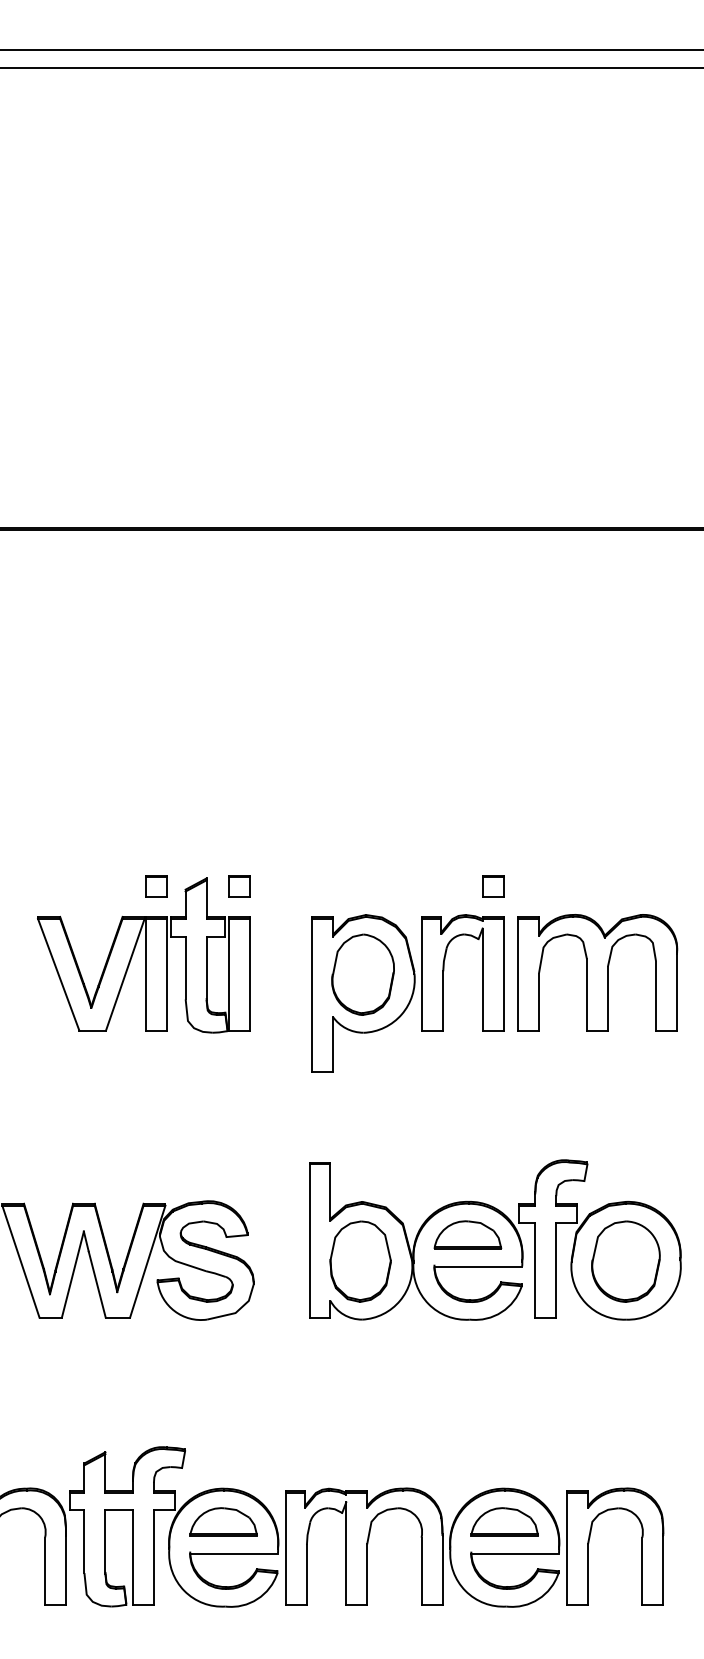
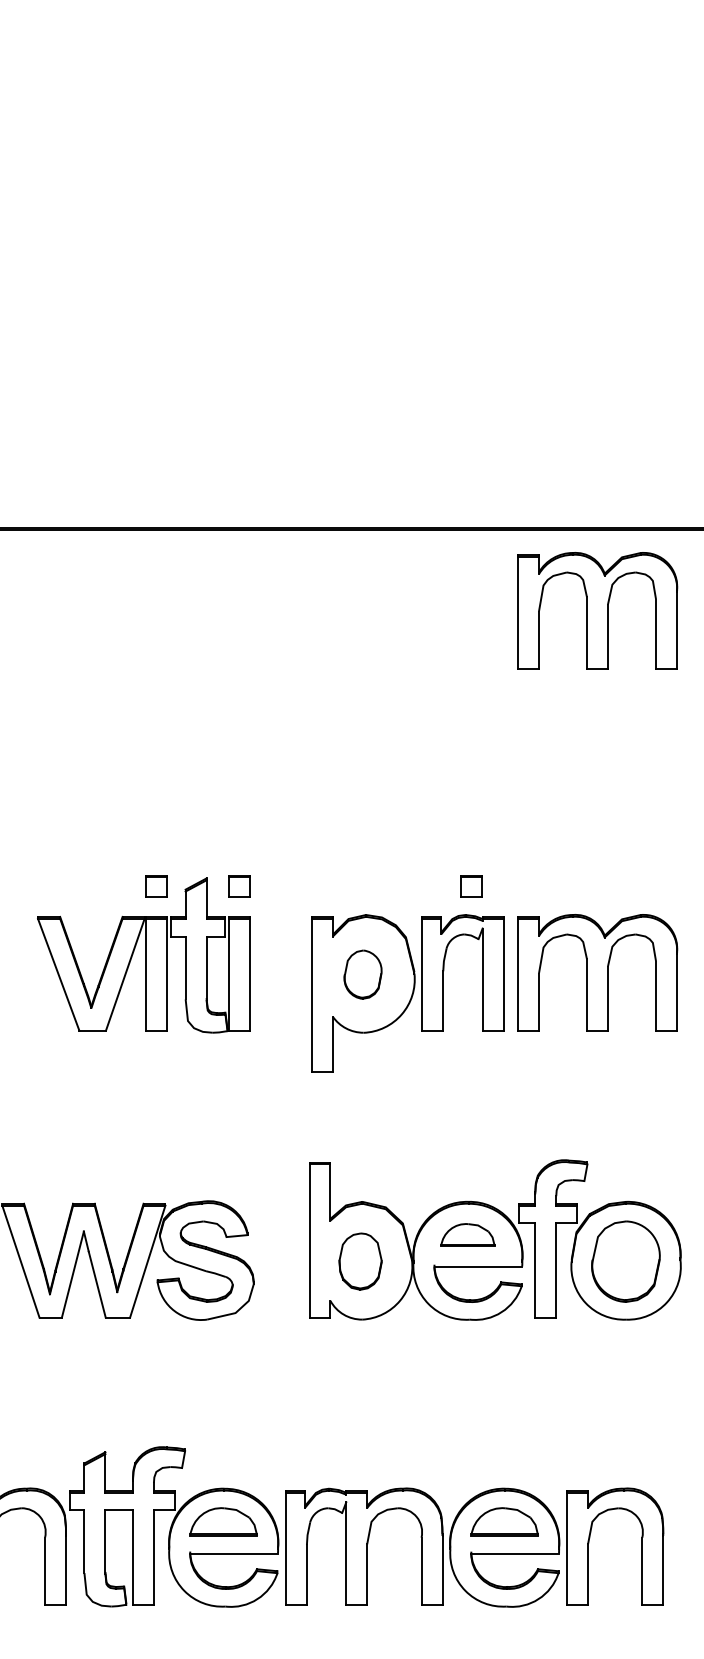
line at (351, 49): present -> none
line at (351, 68): present -> none
part at (597, 610): none -> present
part at (493, 886) position: (493, 886) -> (471, 886)
part at (362, 974) size: 64x83 px -> 40x51 px
part at (467, 1234) size: 70x30 px -> 56x24 px
part at (360, 1261) size: 63x83 px -> 45x59 px
